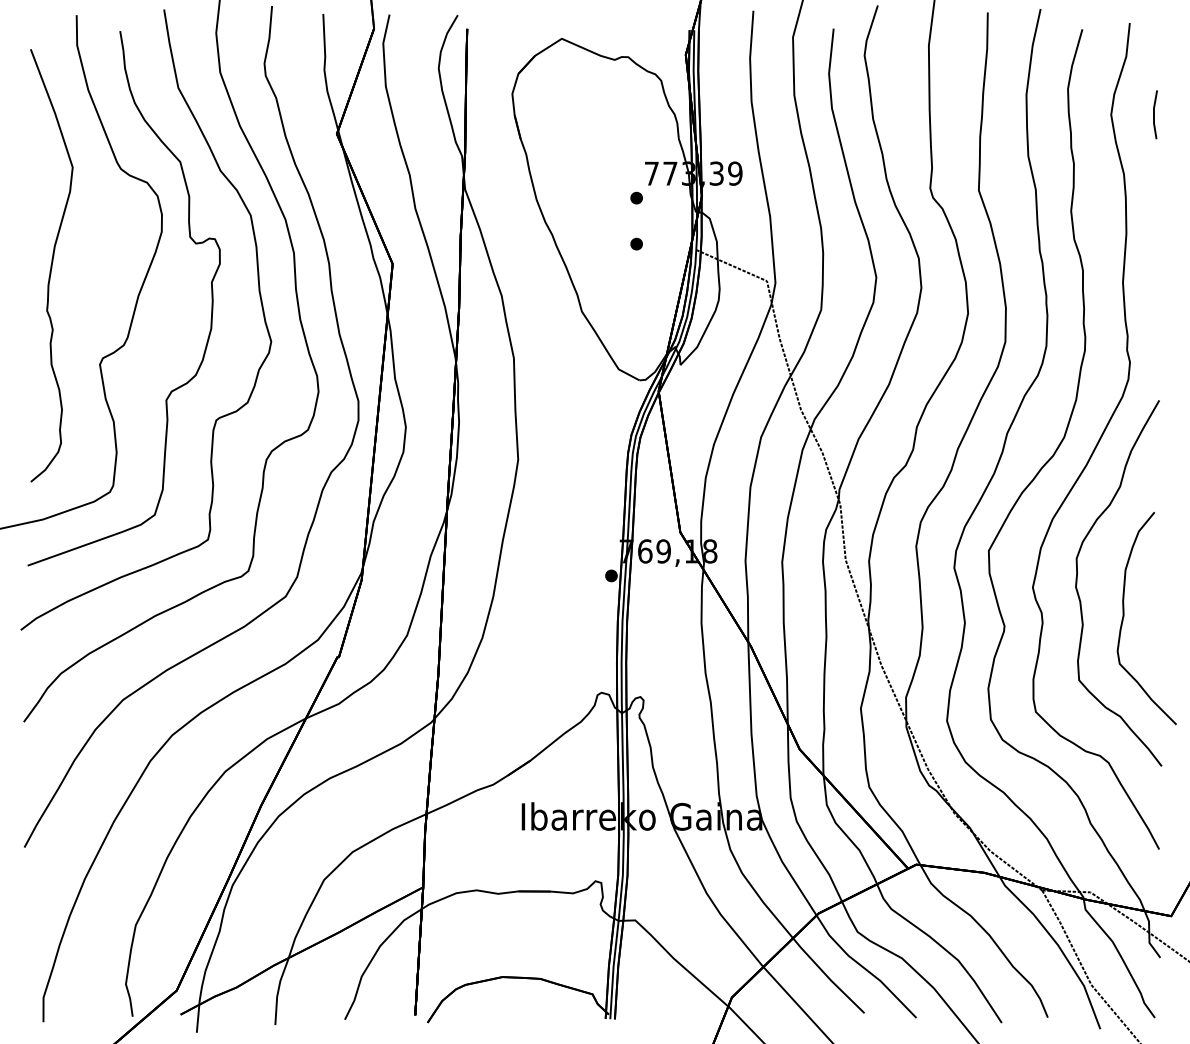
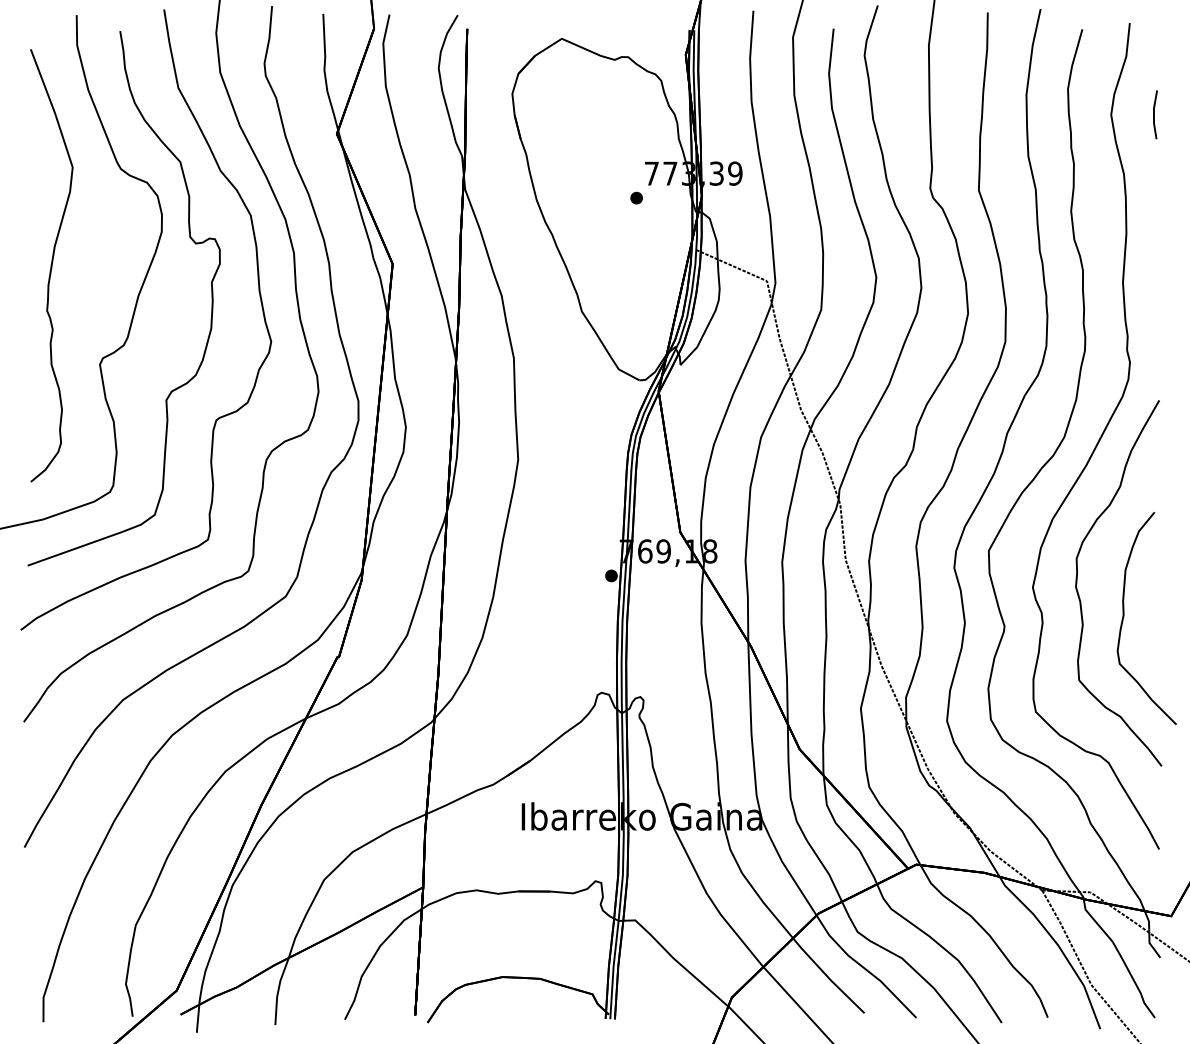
part at (636, 243): present -> none
